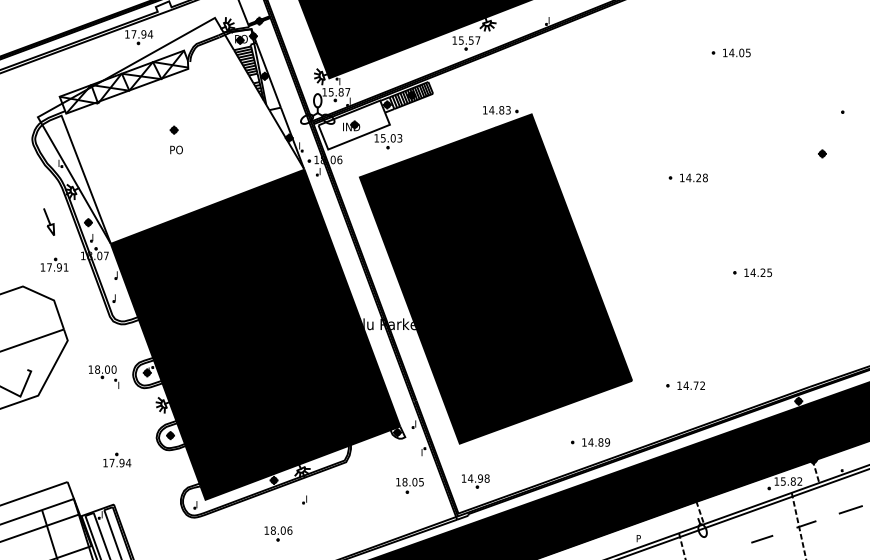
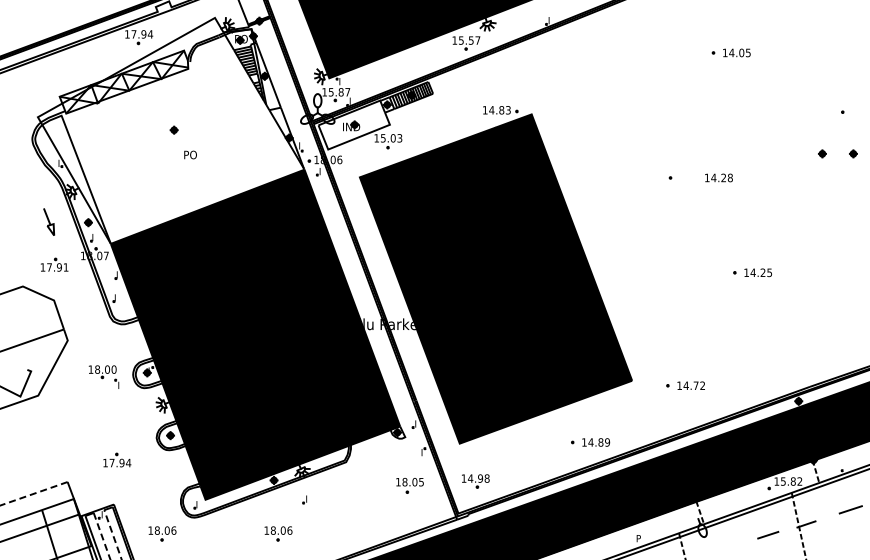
text at (176, 149) position: (176, 149) -> (190, 154)
part at (853, 153): none -> present
text at (693, 177) position: (693, 177) -> (718, 177)
line at (33, 493): solid -> dashed
part at (162, 533): none -> present
line at (112, 534): solid -> dashed
line at (102, 536): solid -> dashed
line at (762, 539) position: (762, 539) -> (768, 535)
